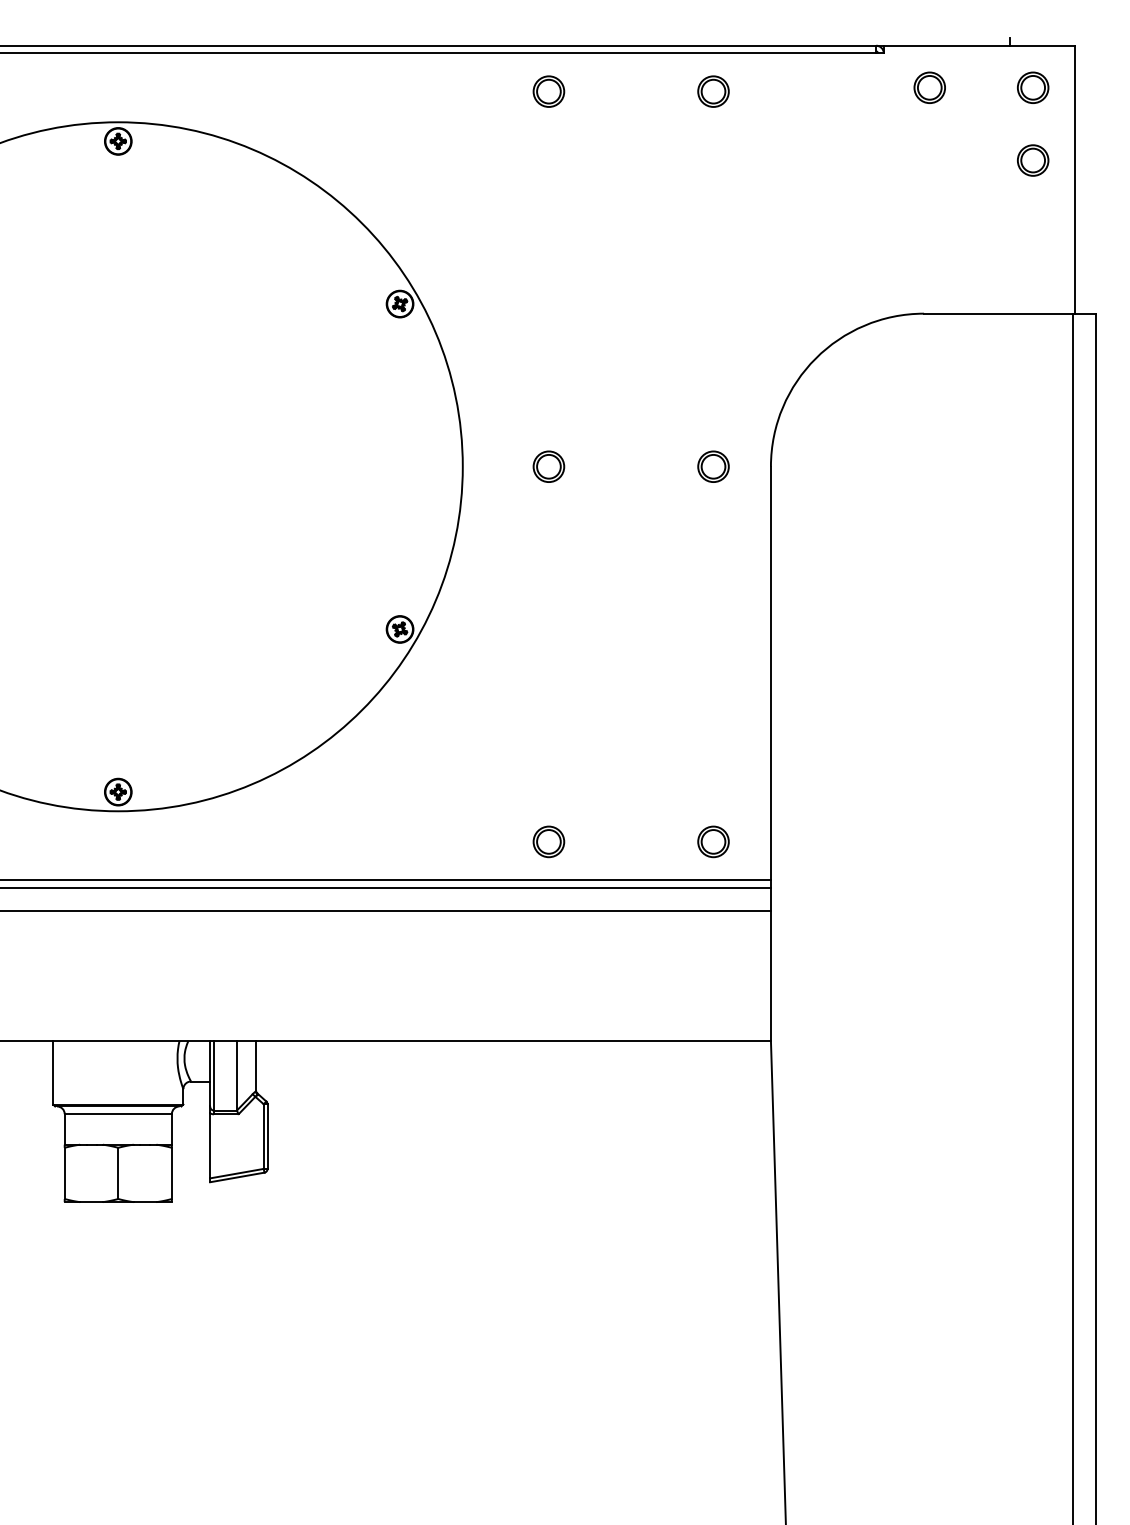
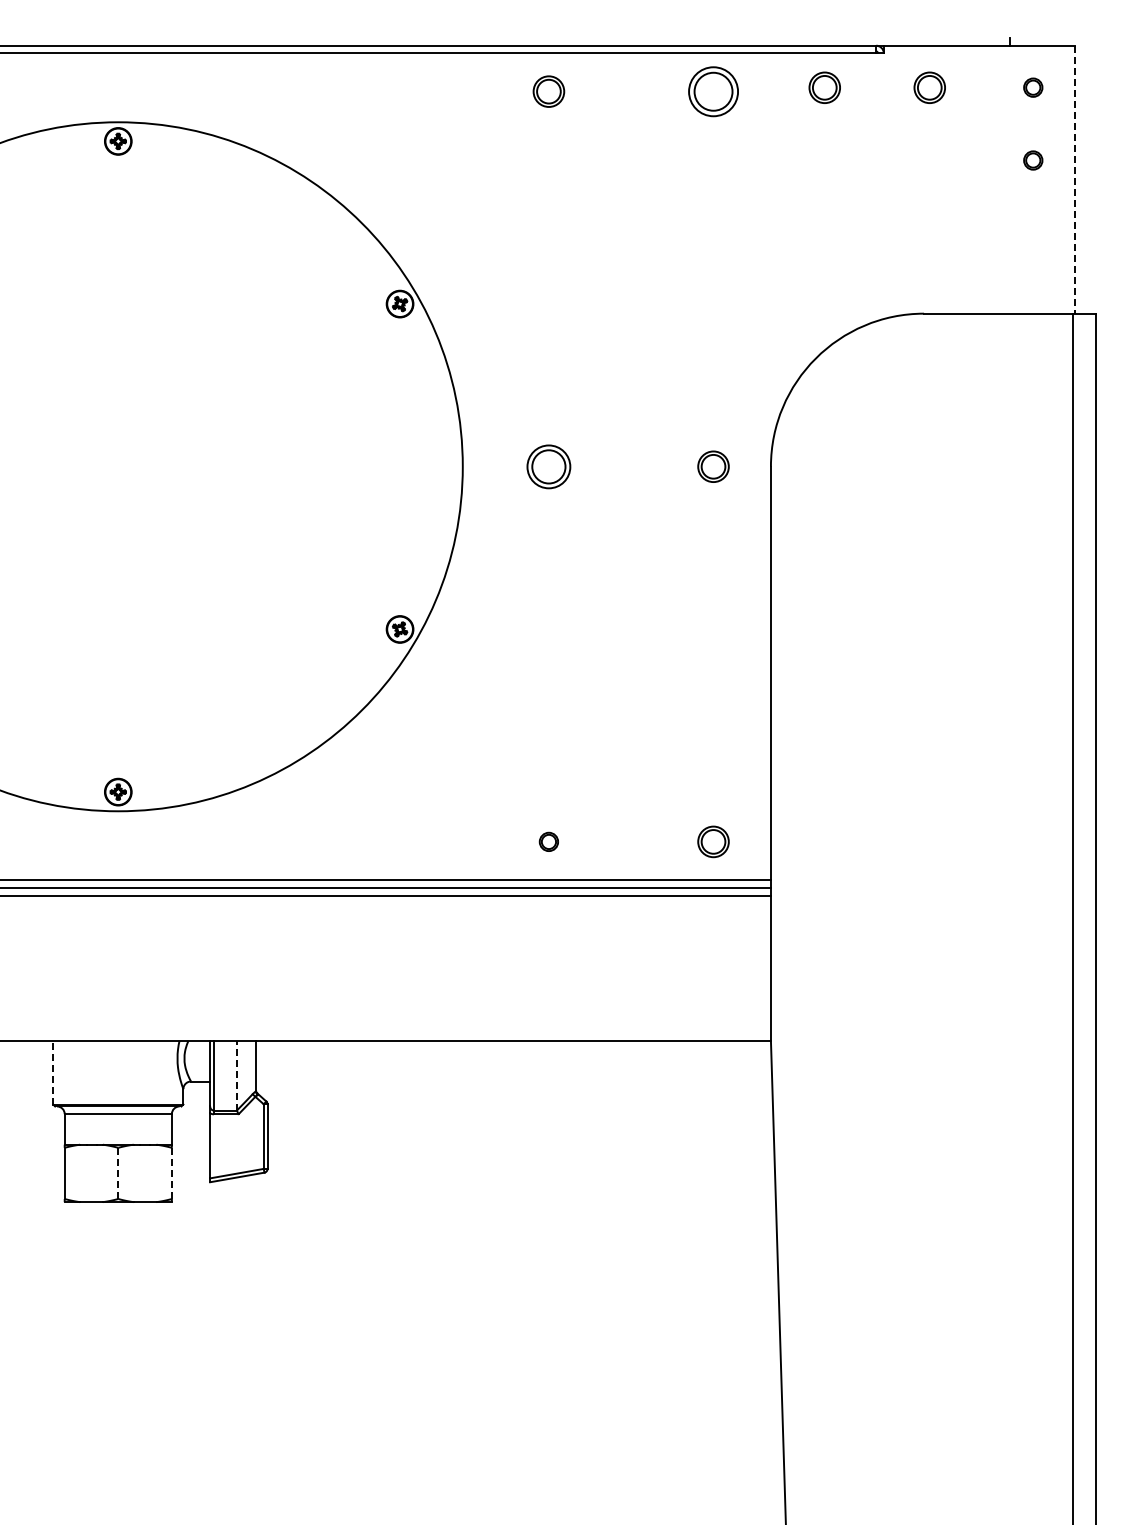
part at (824, 87): none -> present
part at (1033, 87) size: 33x33 px -> 21x21 px
part at (713, 91) size: 33x33 px -> 51x52 px
part at (1033, 160) size: 33x33 px -> 21x21 px
line at (1075, 179): solid -> dashed
part at (548, 466) size: 34x33 px -> 46x46 px
part at (548, 841) size: 34x34 px -> 21x21 px
line at (386, 910) position: (386, 910) -> (386, 895)
line at (53, 1072): solid -> dashed
line at (236, 1075): solid -> dashed
line at (118, 1173): solid -> dashed
line at (171, 1173): solid -> dashed
